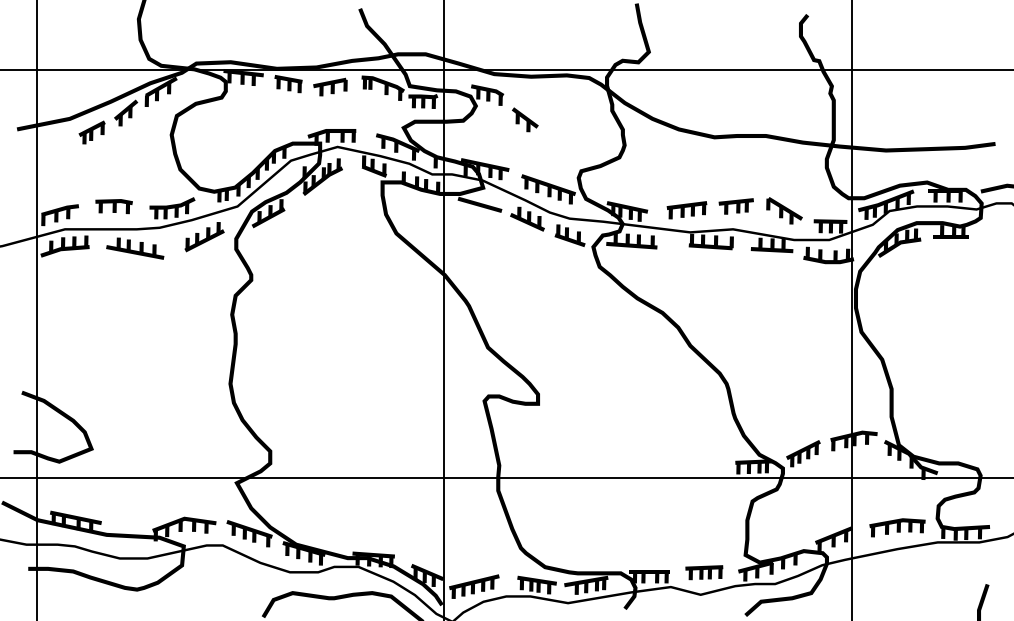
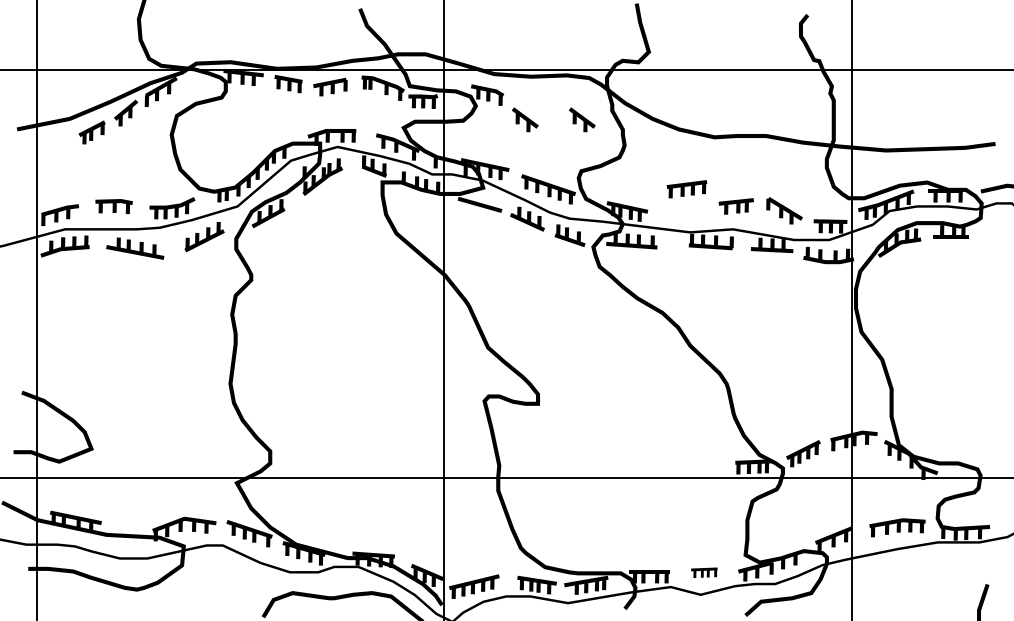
part at (582, 119): none -> present
part at (686, 210) position: (686, 210) -> (686, 189)
part at (704, 572) size: 39x16 px -> 27x11 px
